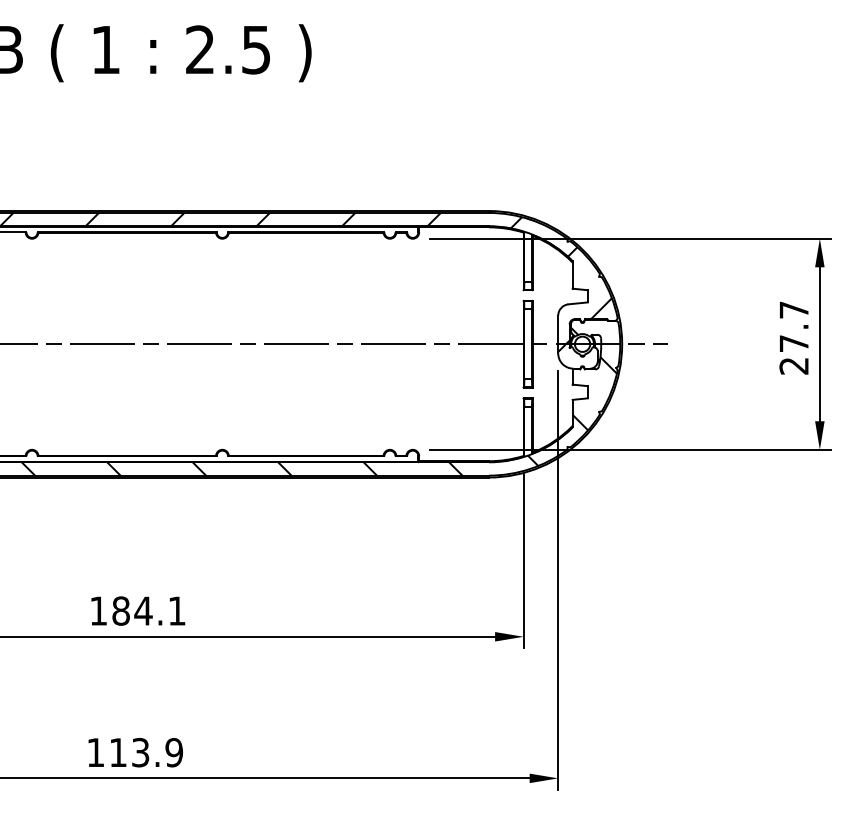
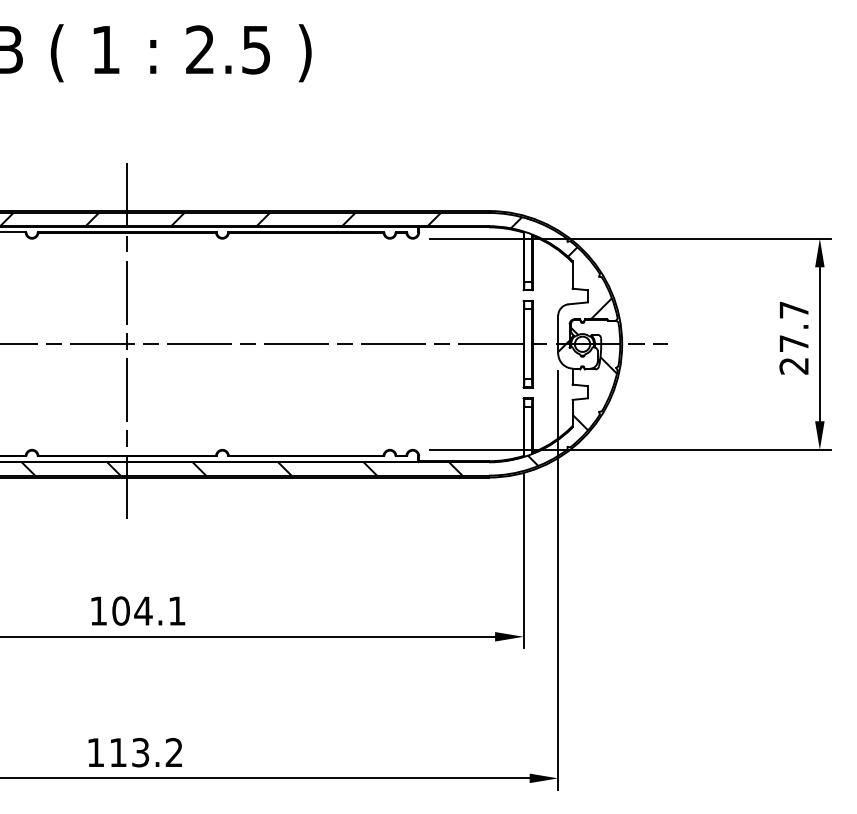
line at (127, 343): none -> present
text at (120, 611): 184.1 -> 104.1
text at (174, 752): 113.9 -> 113.2
